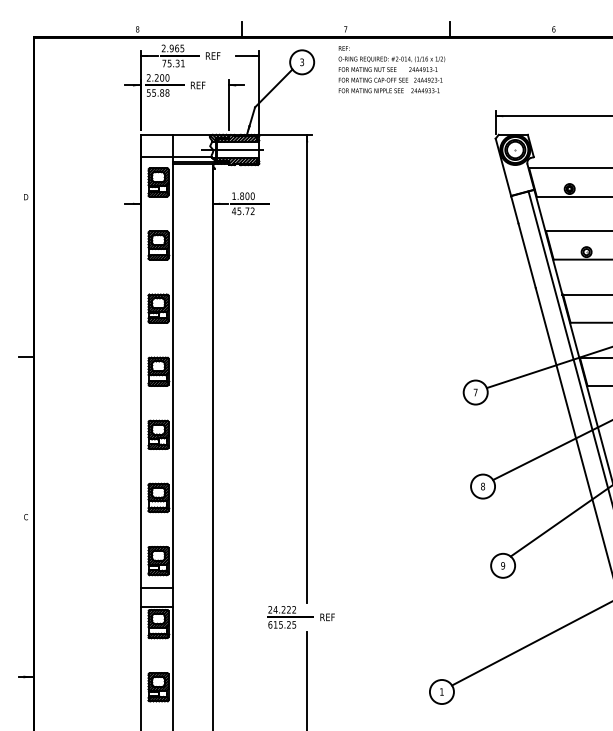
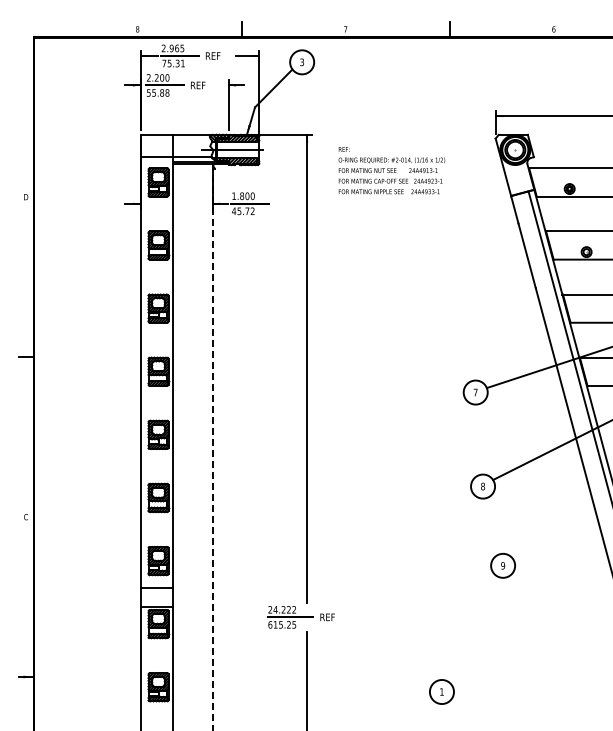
text at (391, 69) position: (391, 69) -> (391, 170)
line at (212, 447): solid -> dashed
line at (559, 521): present -> none
line at (530, 643): present -> none
